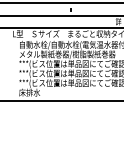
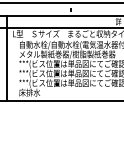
line at (7, 58): none -> present
